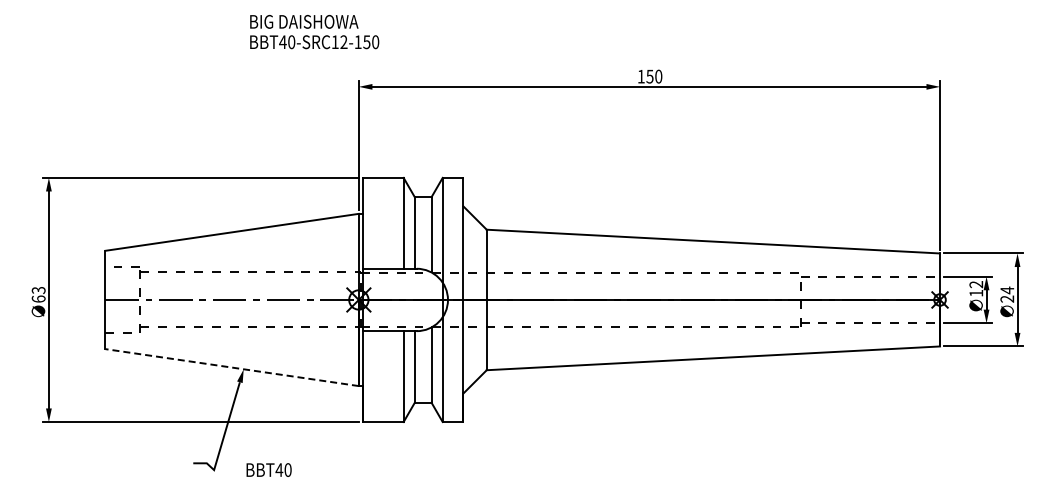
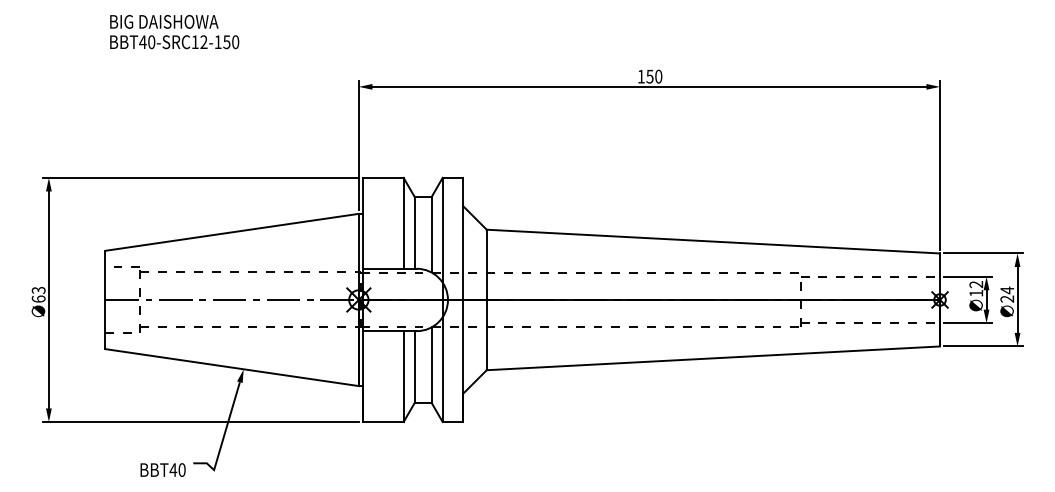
text at (314, 32) position: (314, 32) -> (174, 32)
line at (231, 367): dashed -> solid
text at (268, 469) position: (268, 469) -> (162, 469)
